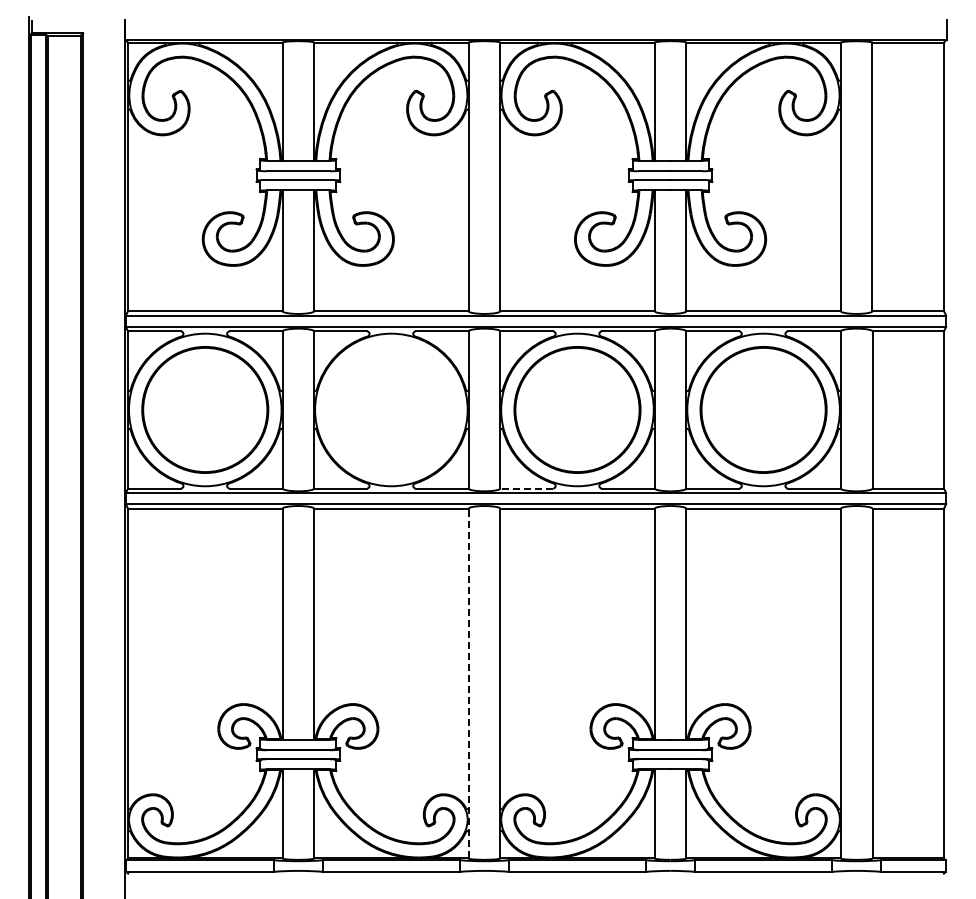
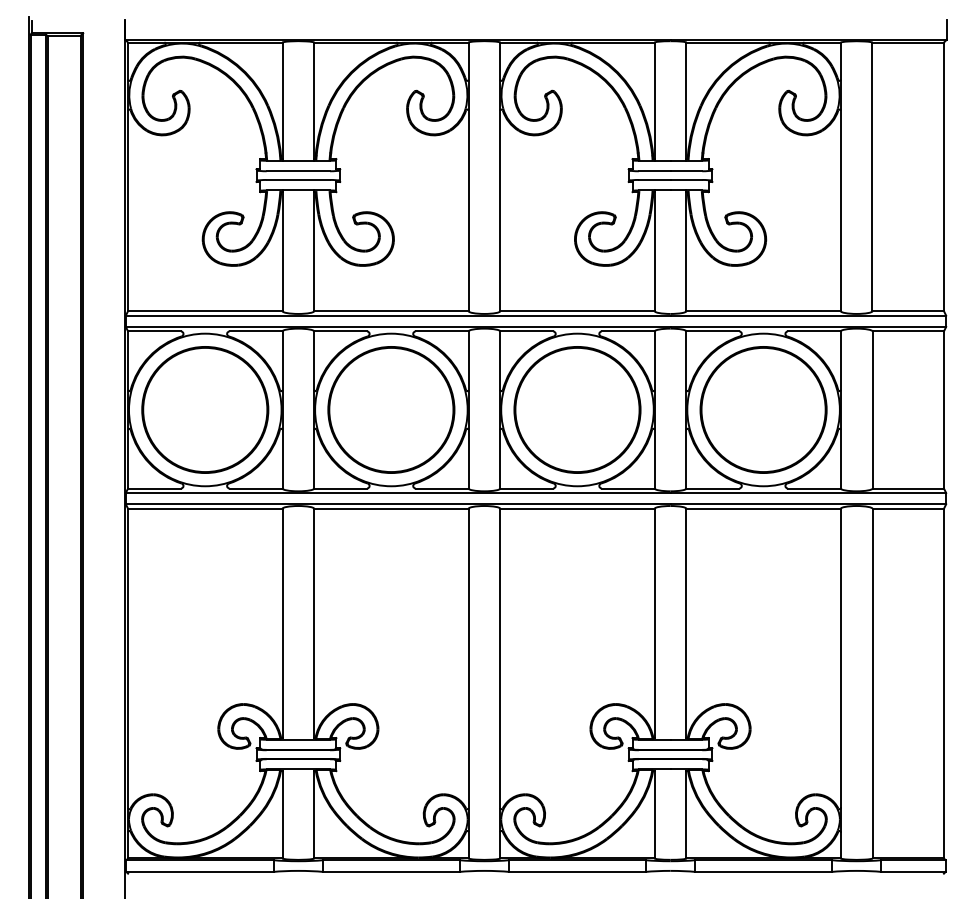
circle at (391, 409): none -> present
line at (526, 488): dashed -> solid
line at (468, 683): dashed -> solid
